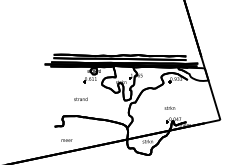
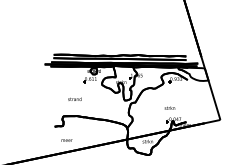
text at (80, 98) position: (80, 98) -> (74, 98)
